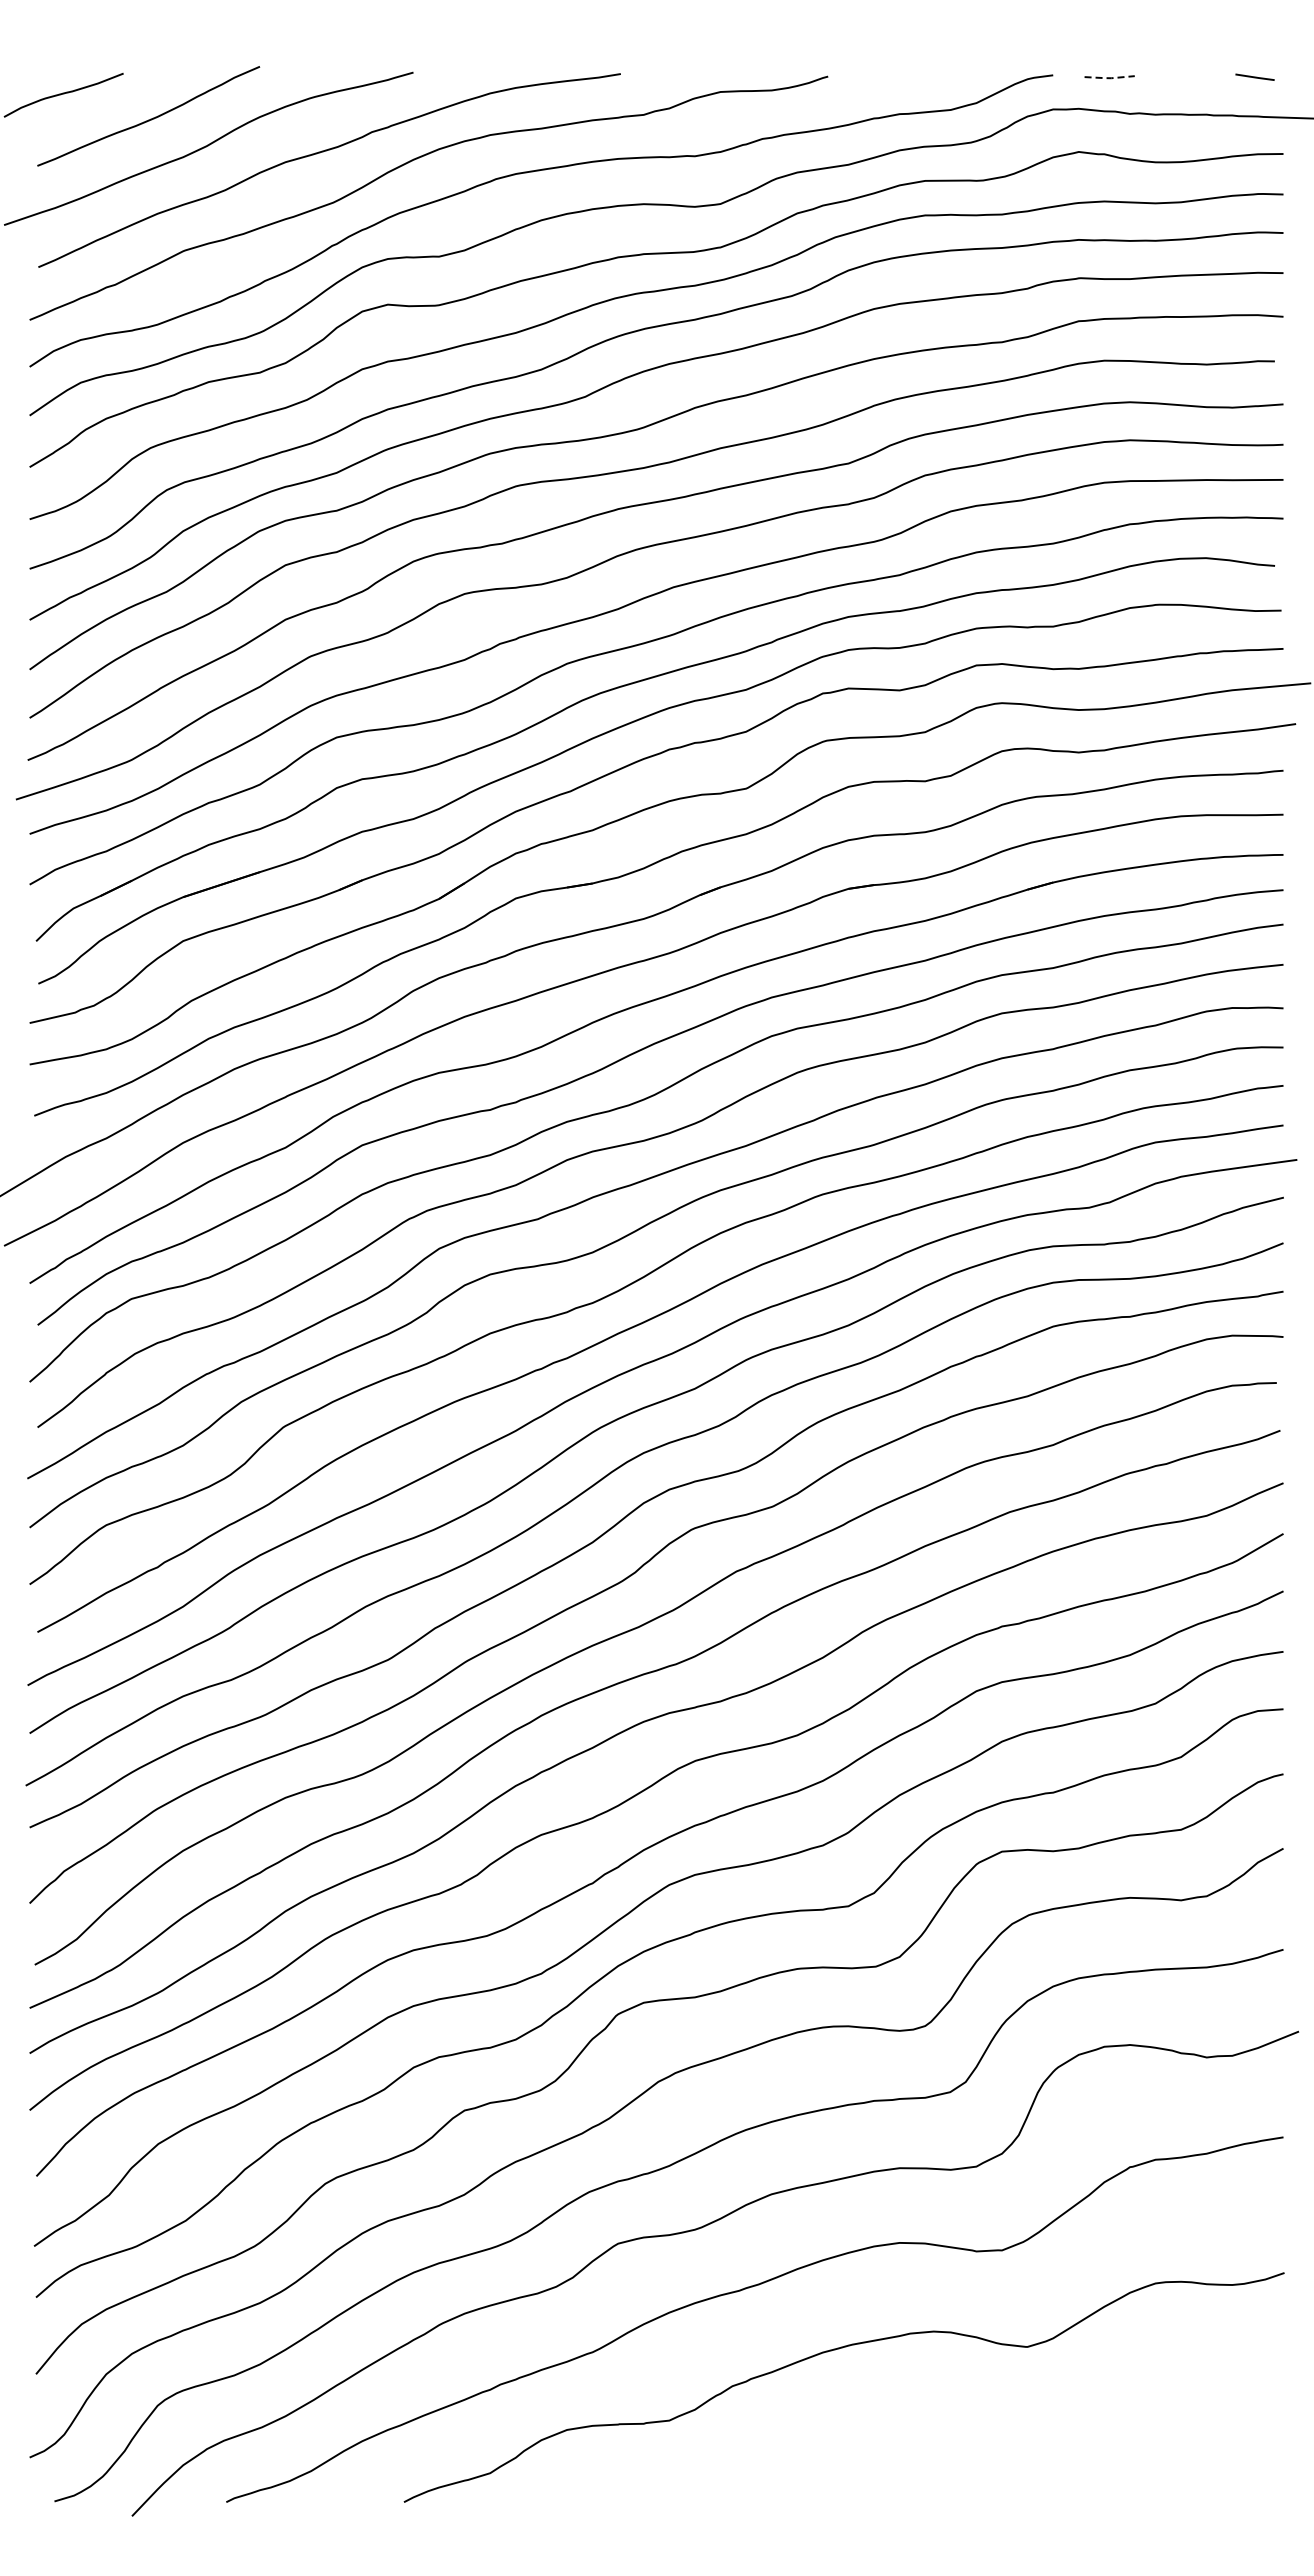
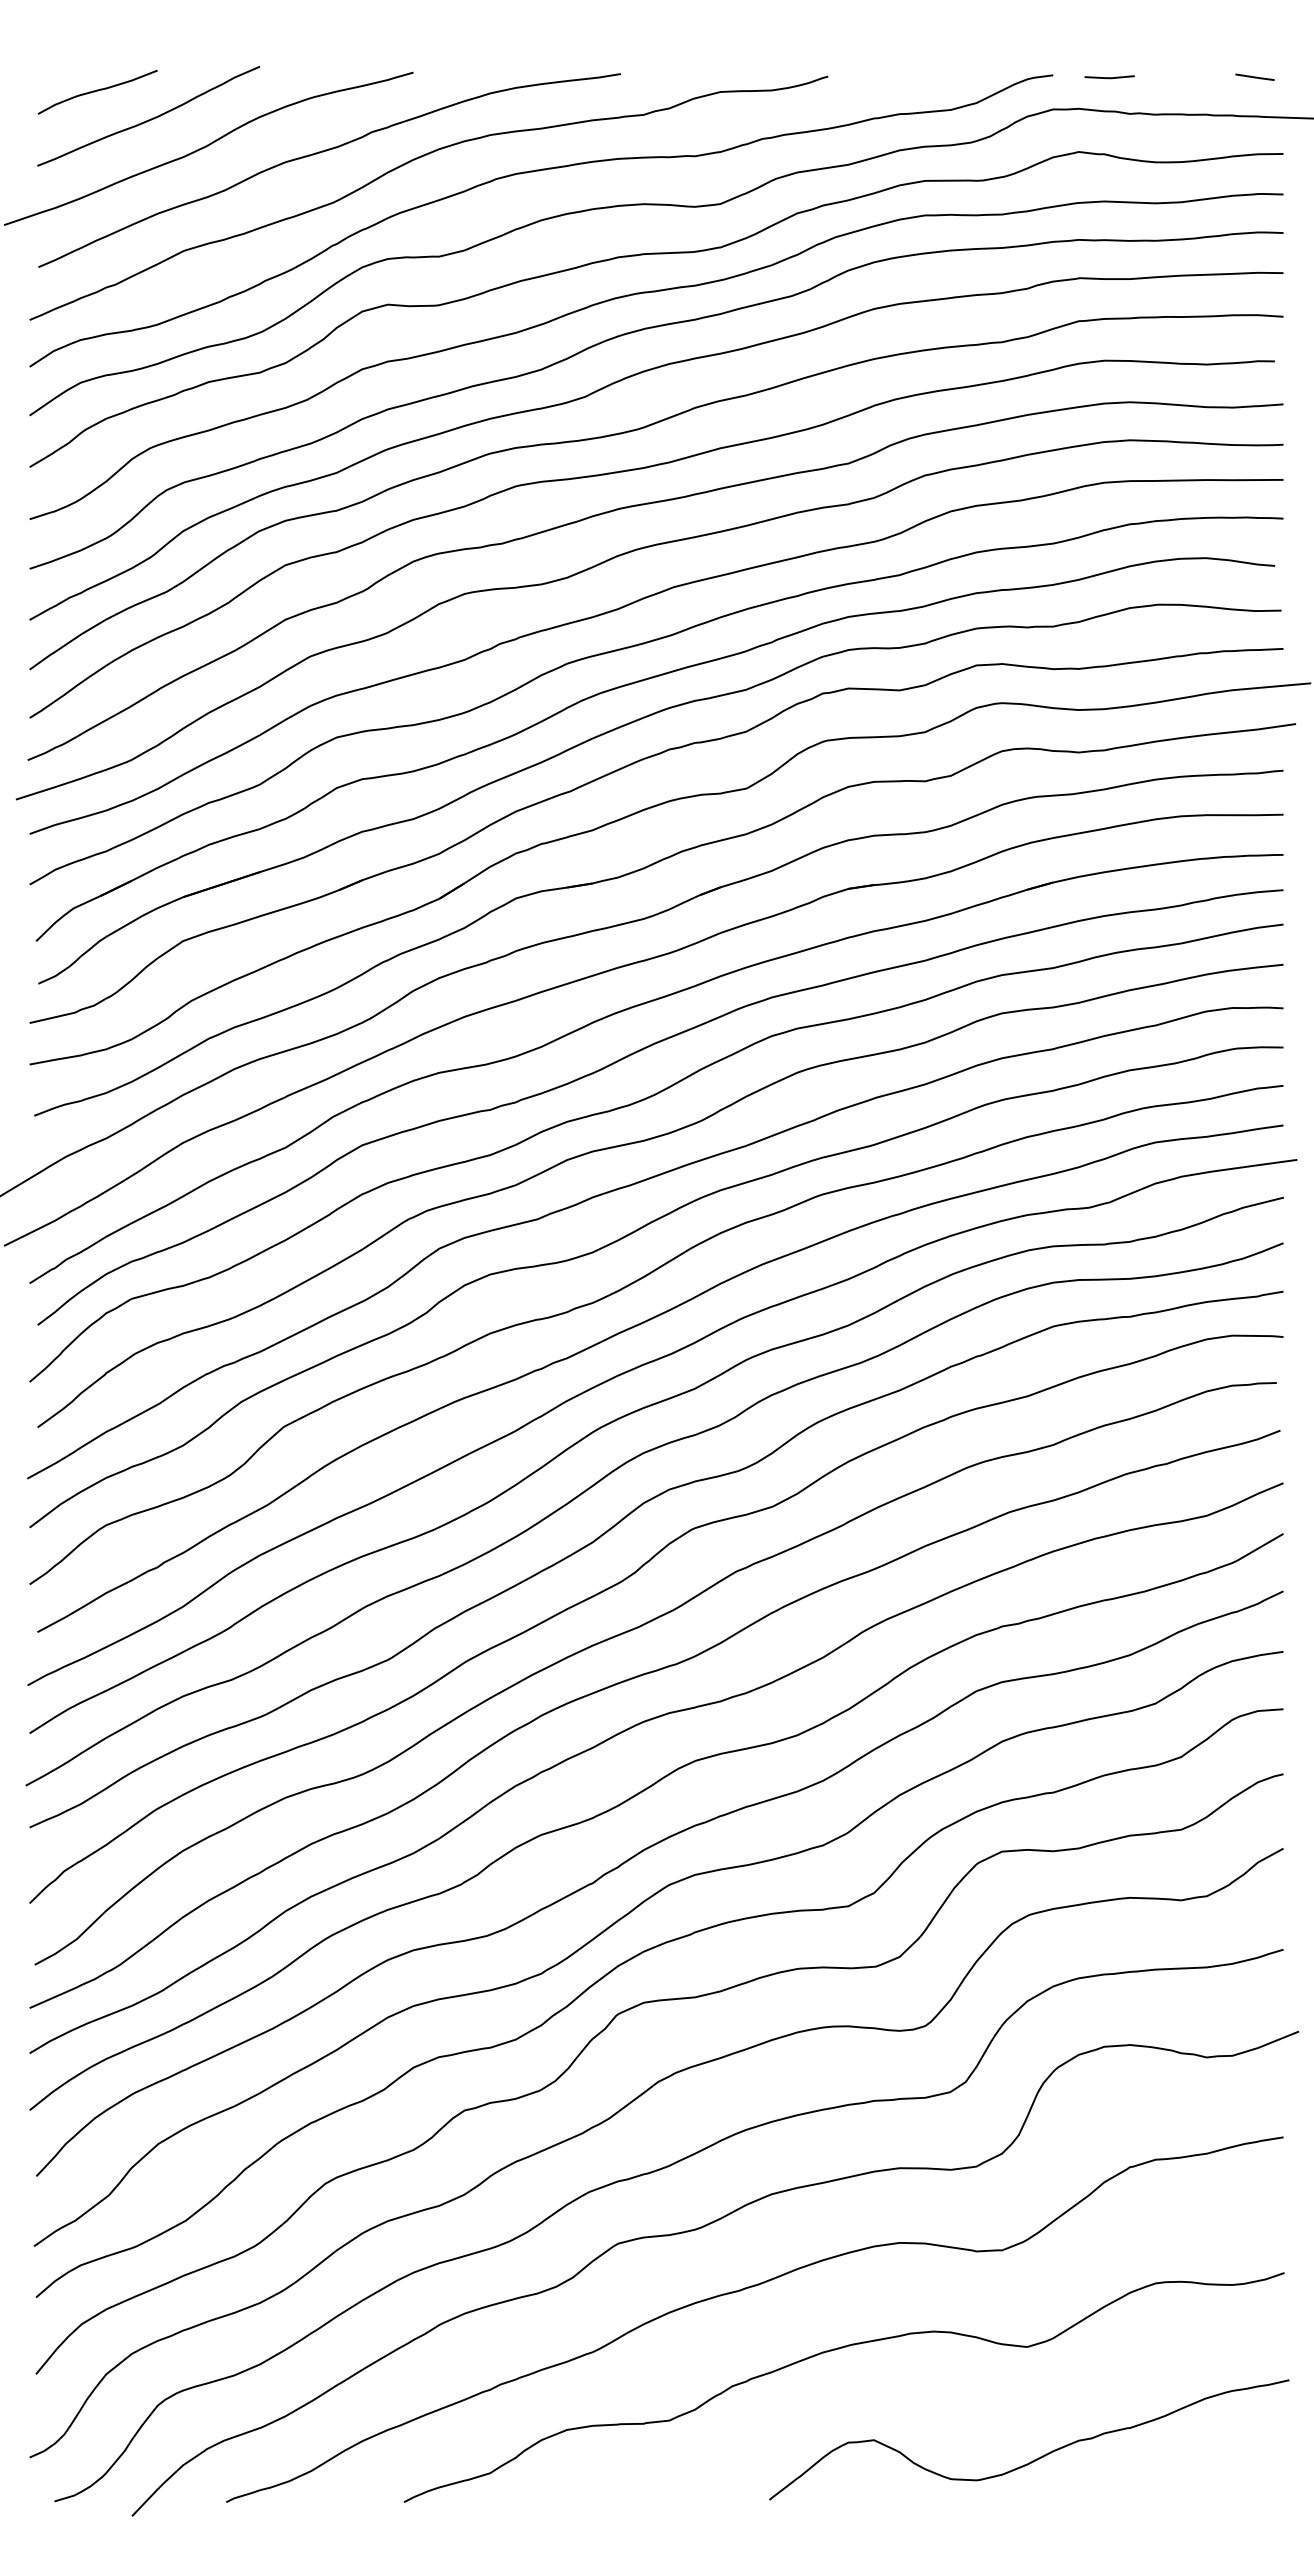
line at (1110, 78): dashed -> solid
curve at (63, 94) position: (63, 94) -> (97, 91)
curve at (1038, 2457): none -> present
